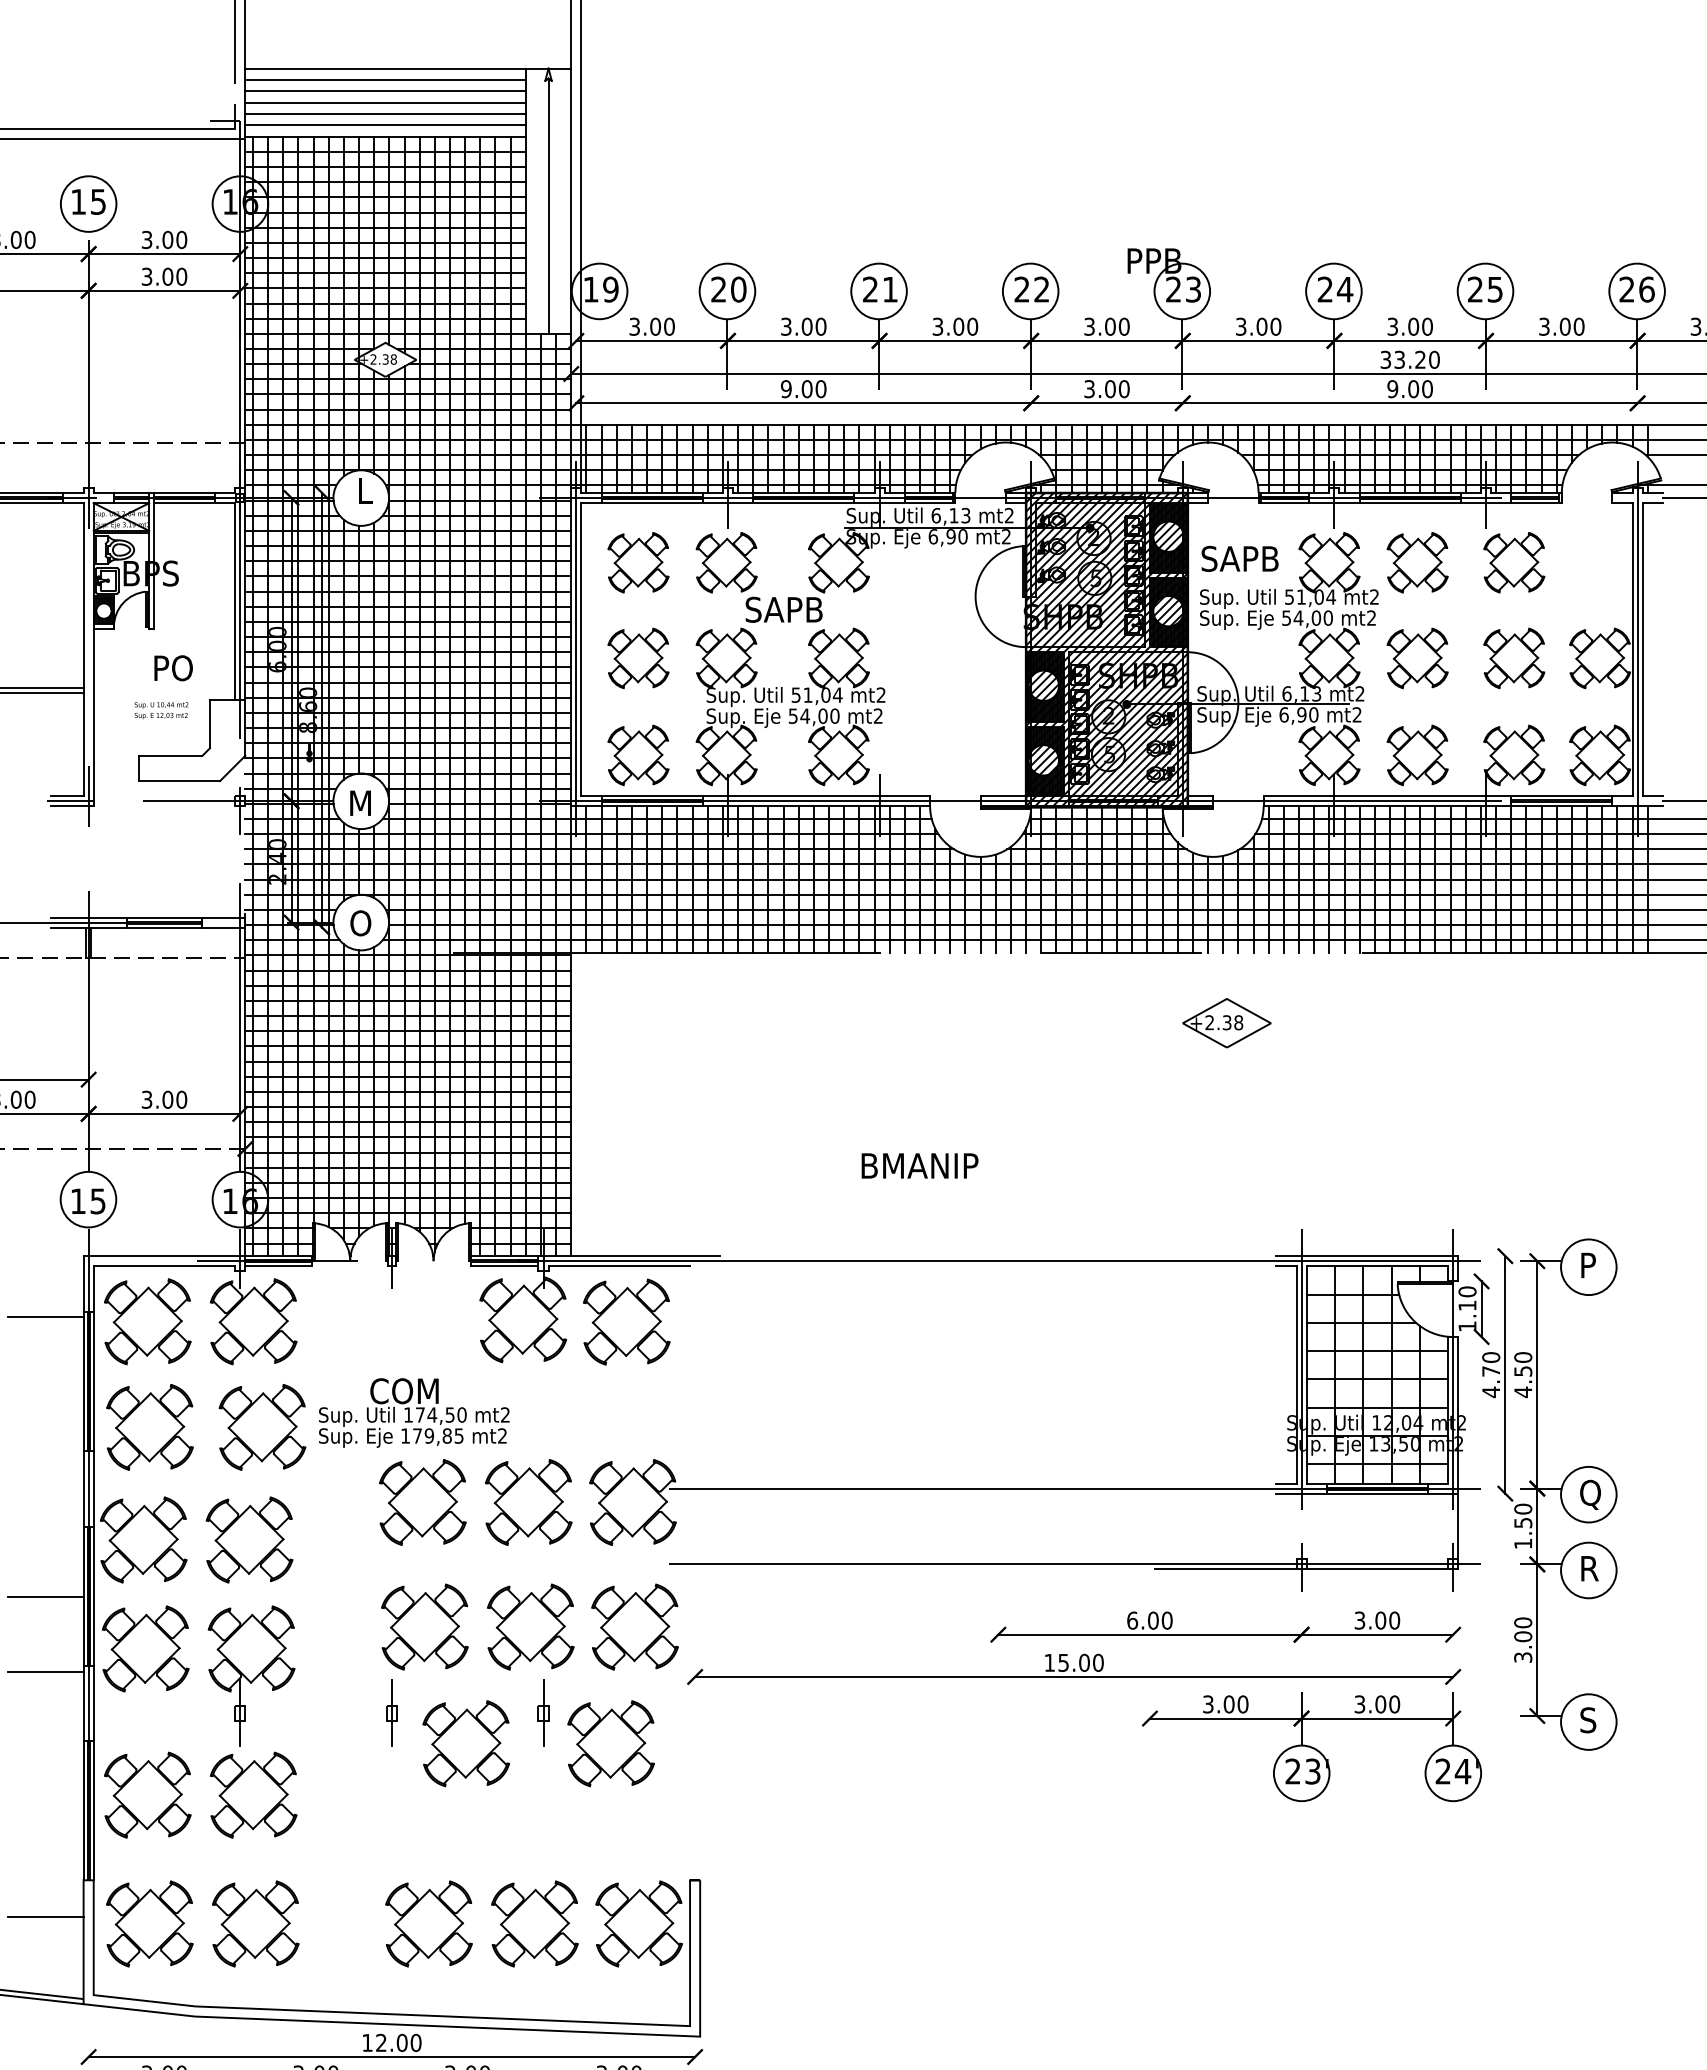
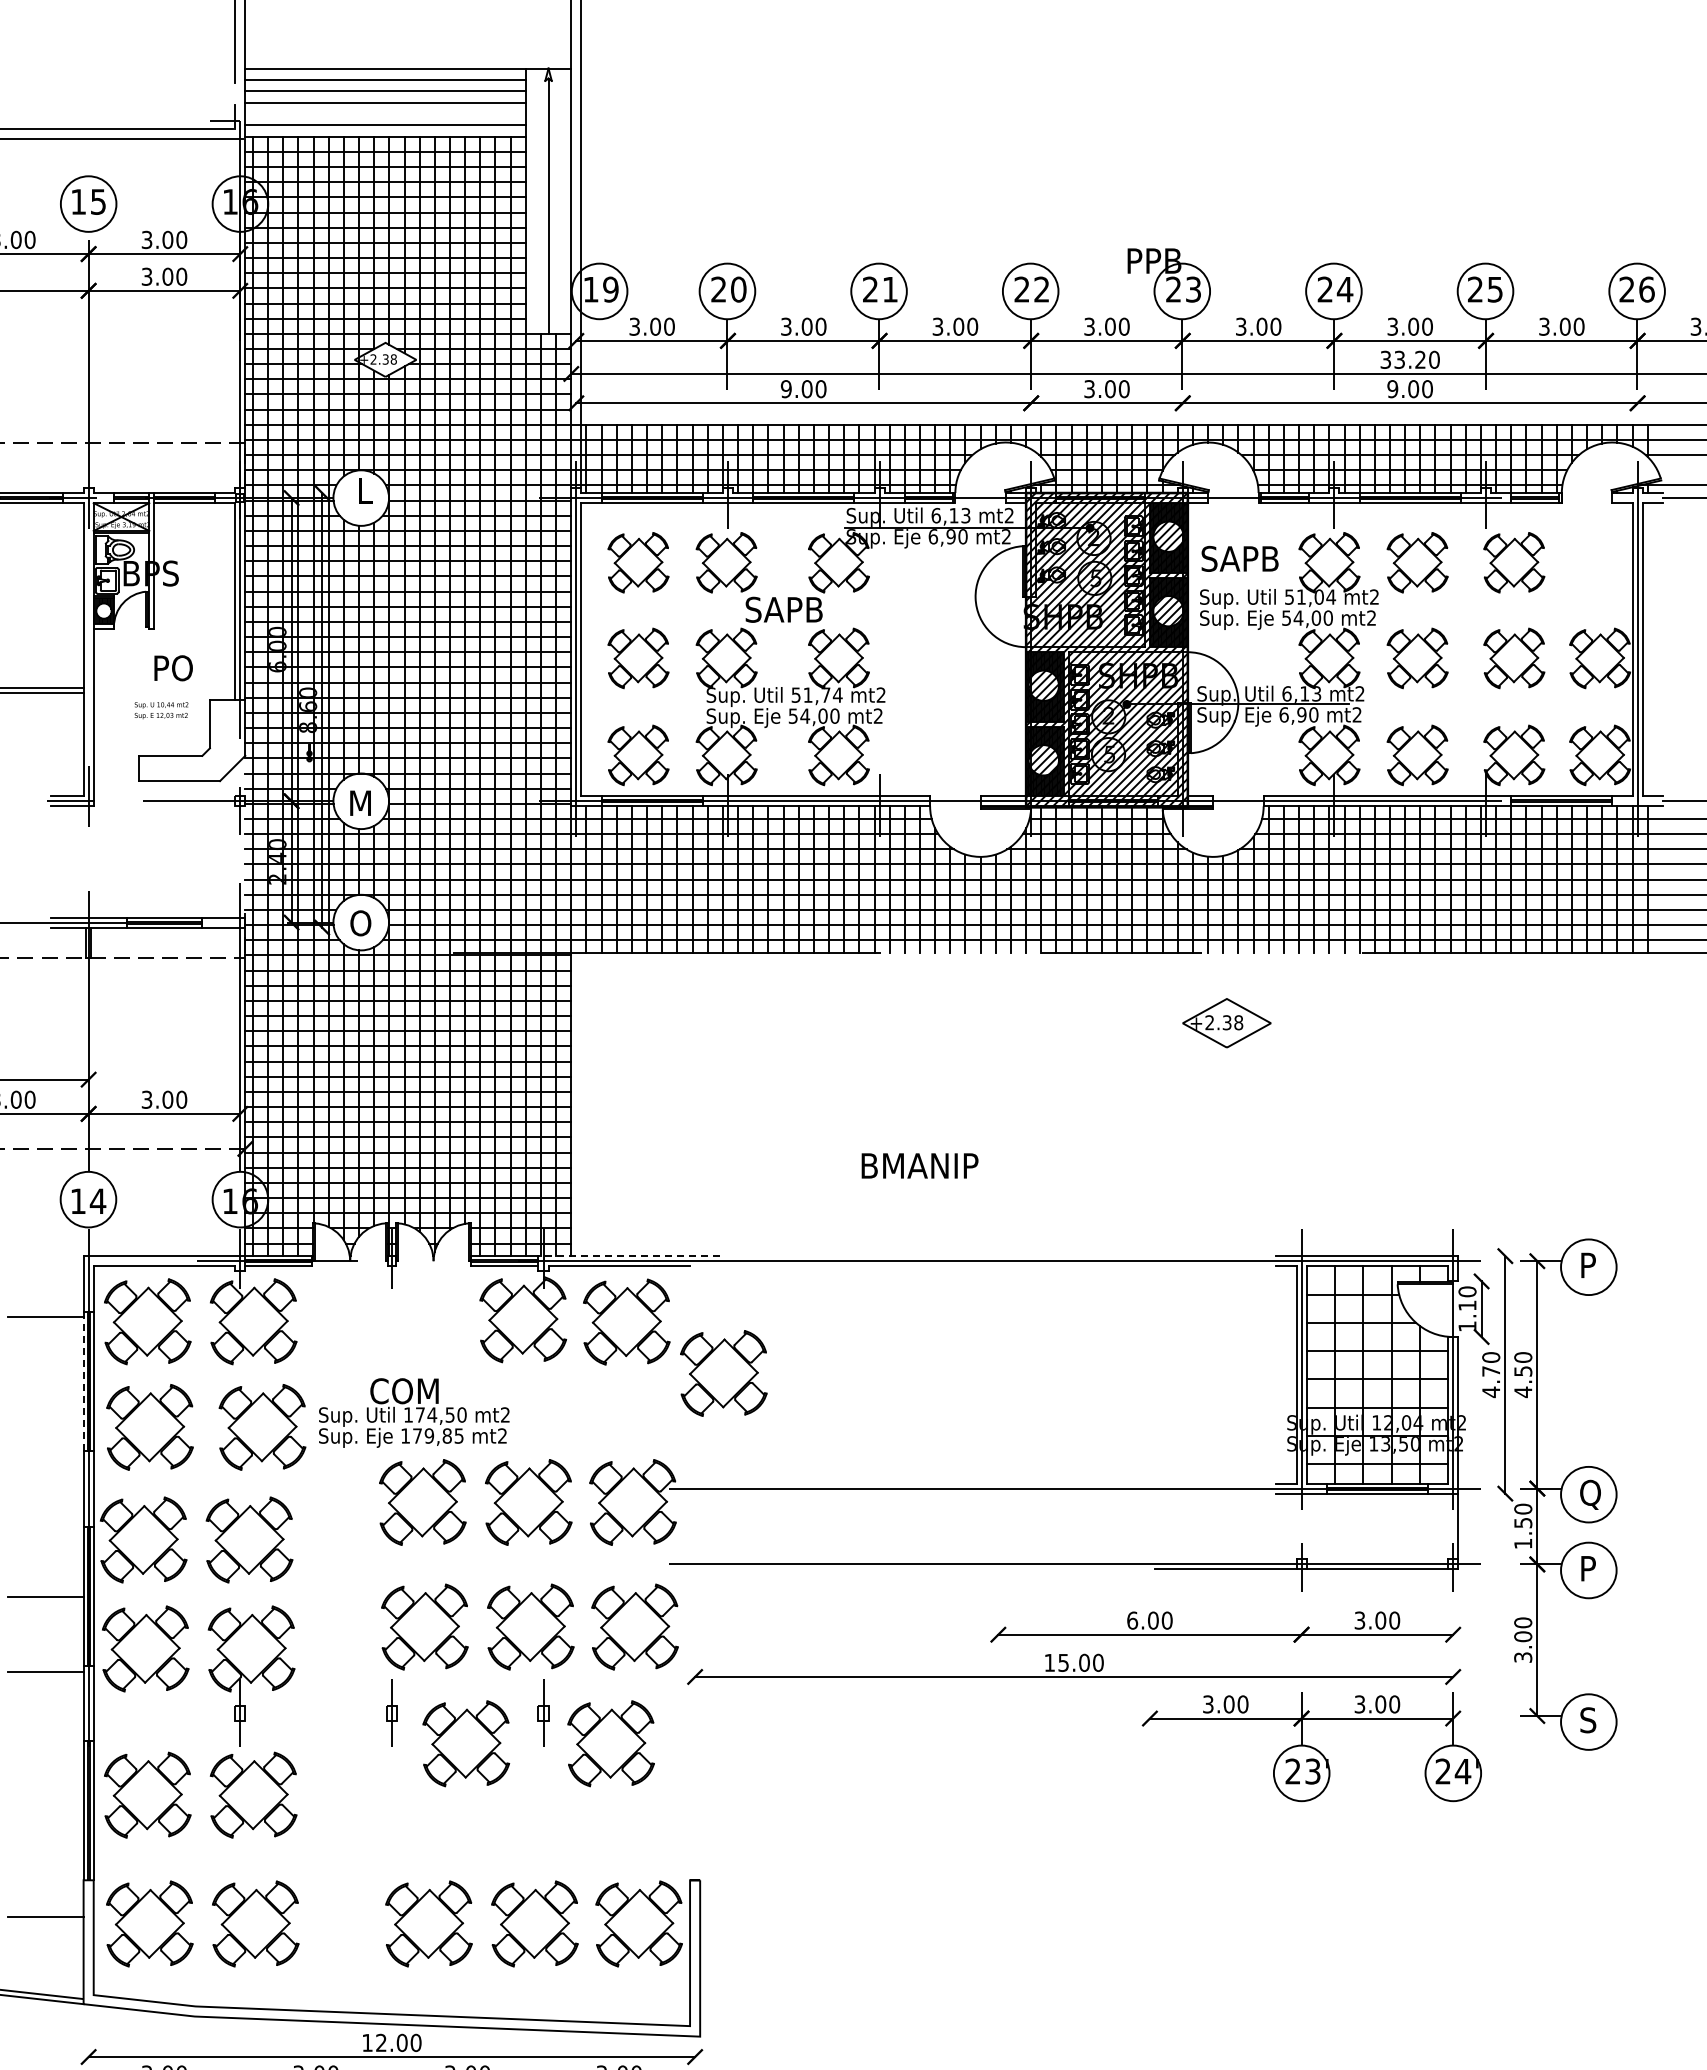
line at (385, 114): present -> none
text at (825, 694): 51,04 -> 51,74
text at (97, 1201): 15 -> 14
line at (629, 1256): solid -> dashed
part at (723, 1373): none -> present
line at (83, 1381): solid -> dashed
text at (1591, 1569): R -> P
